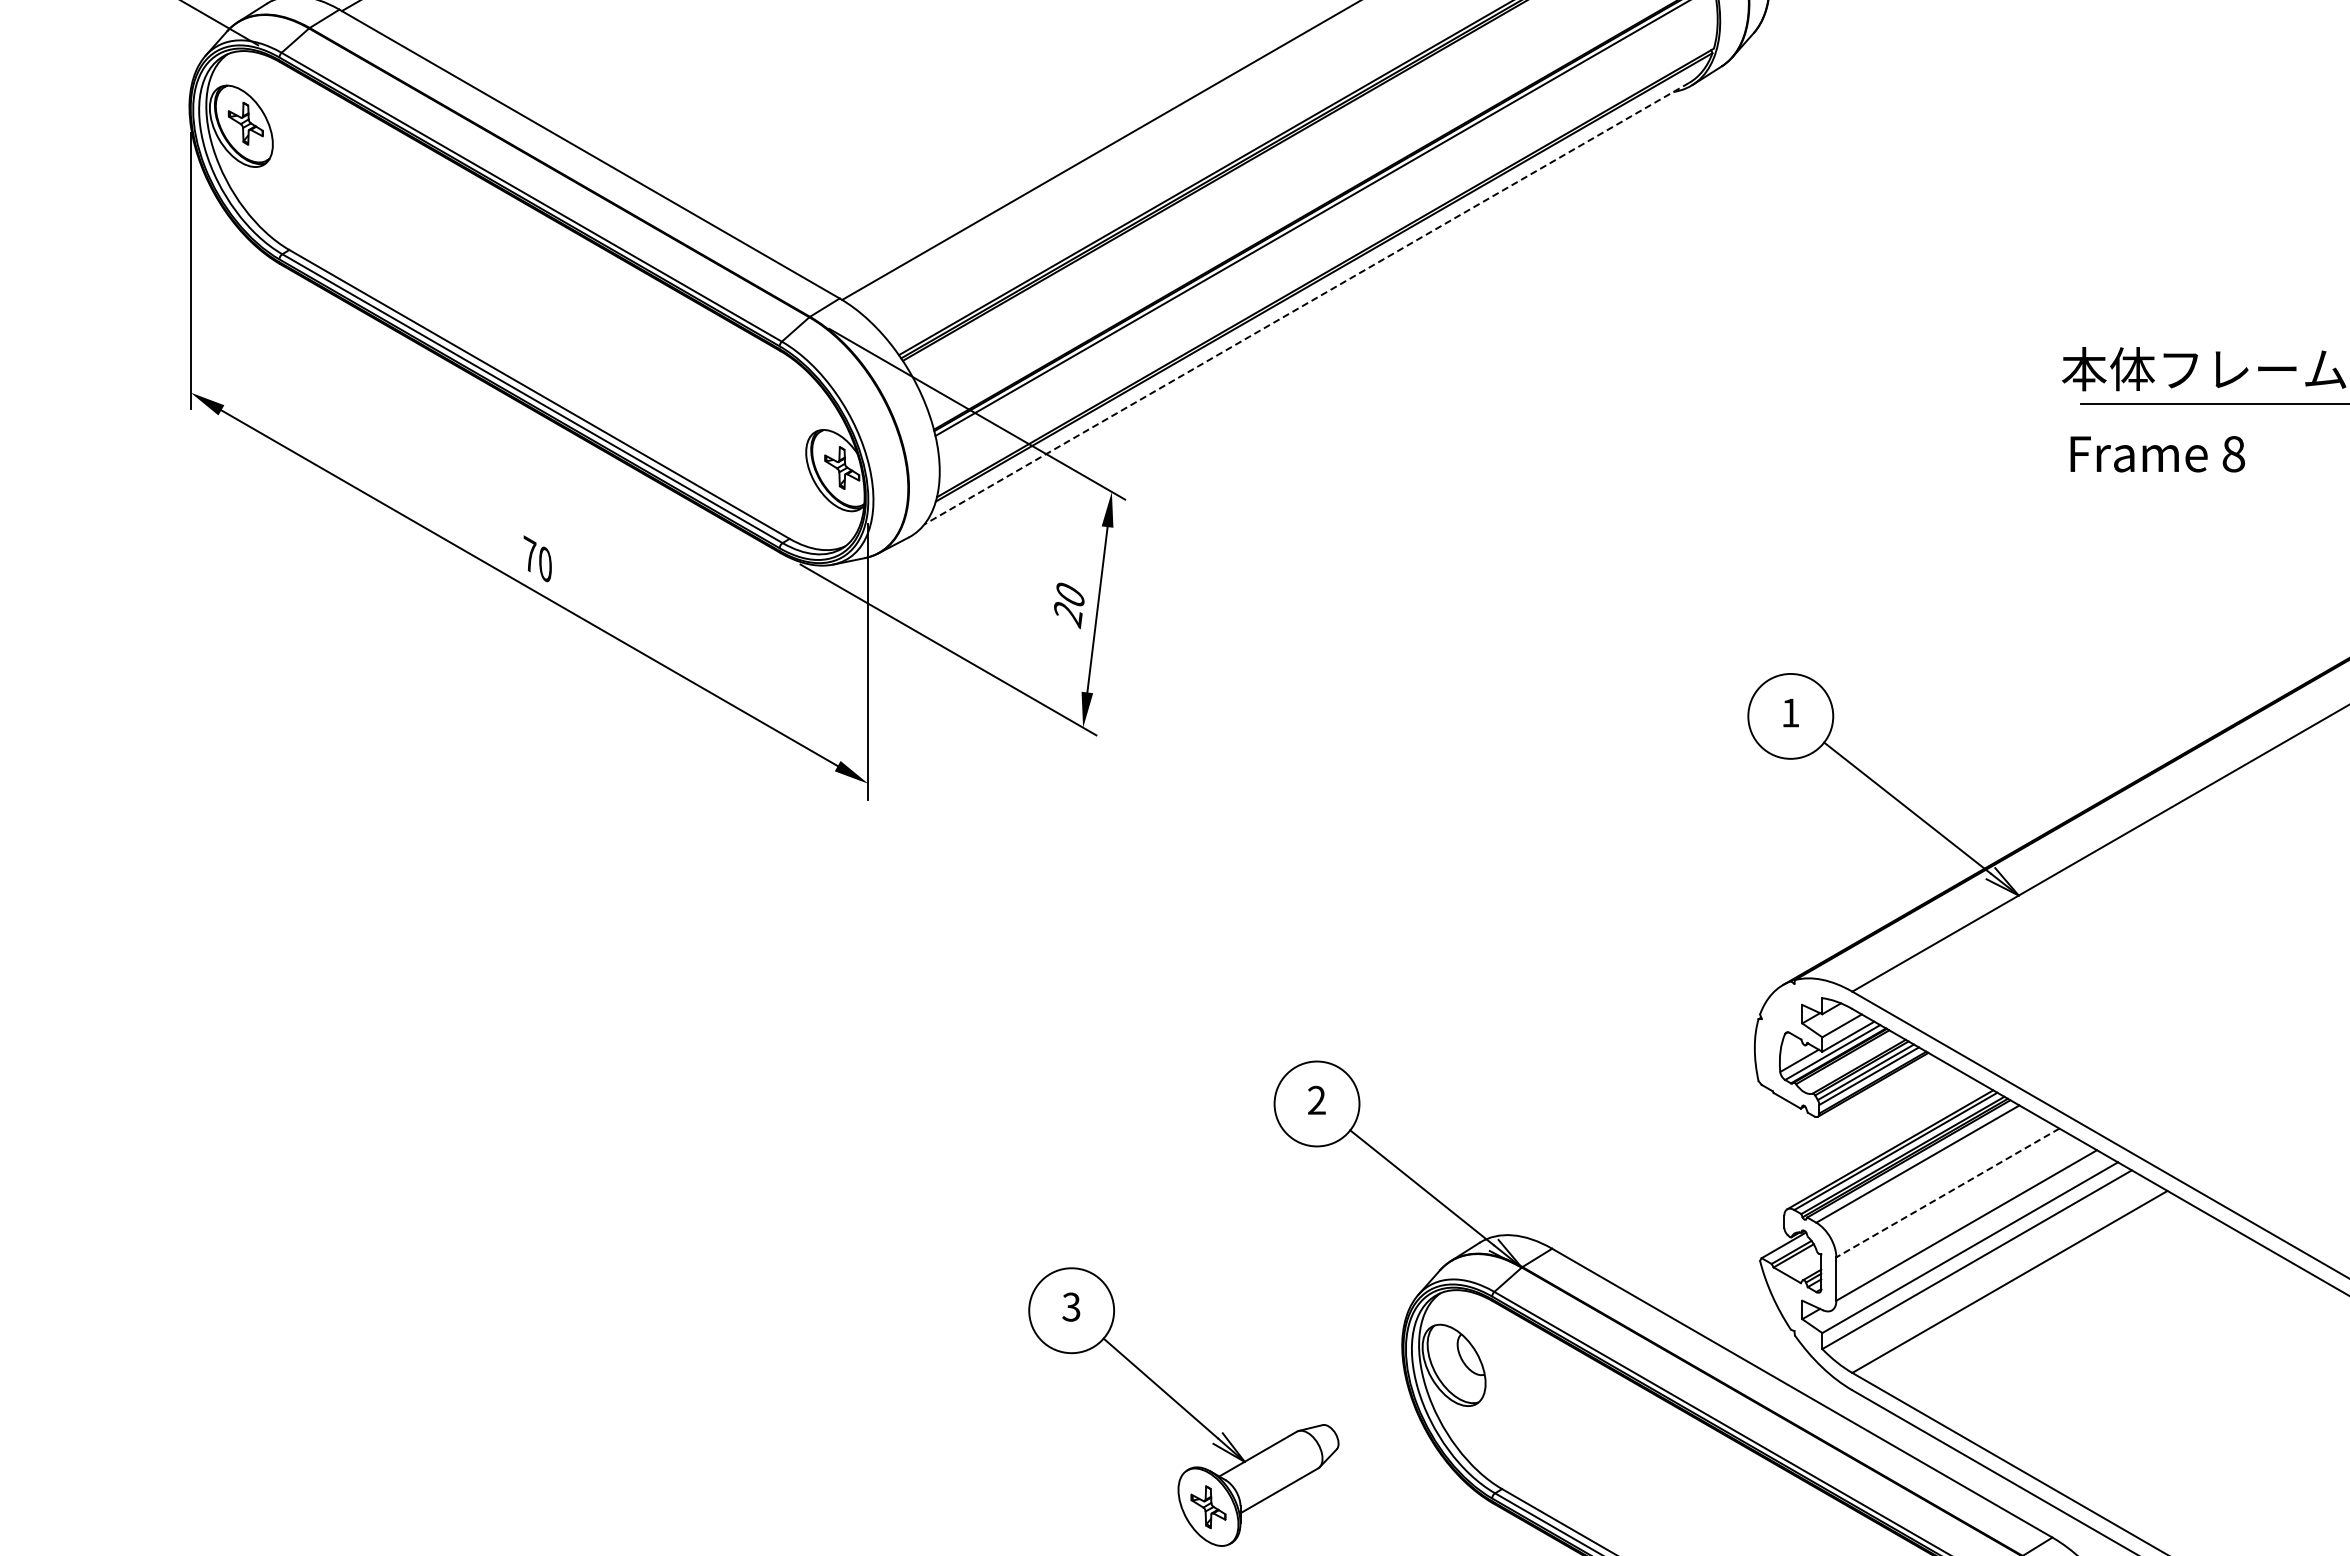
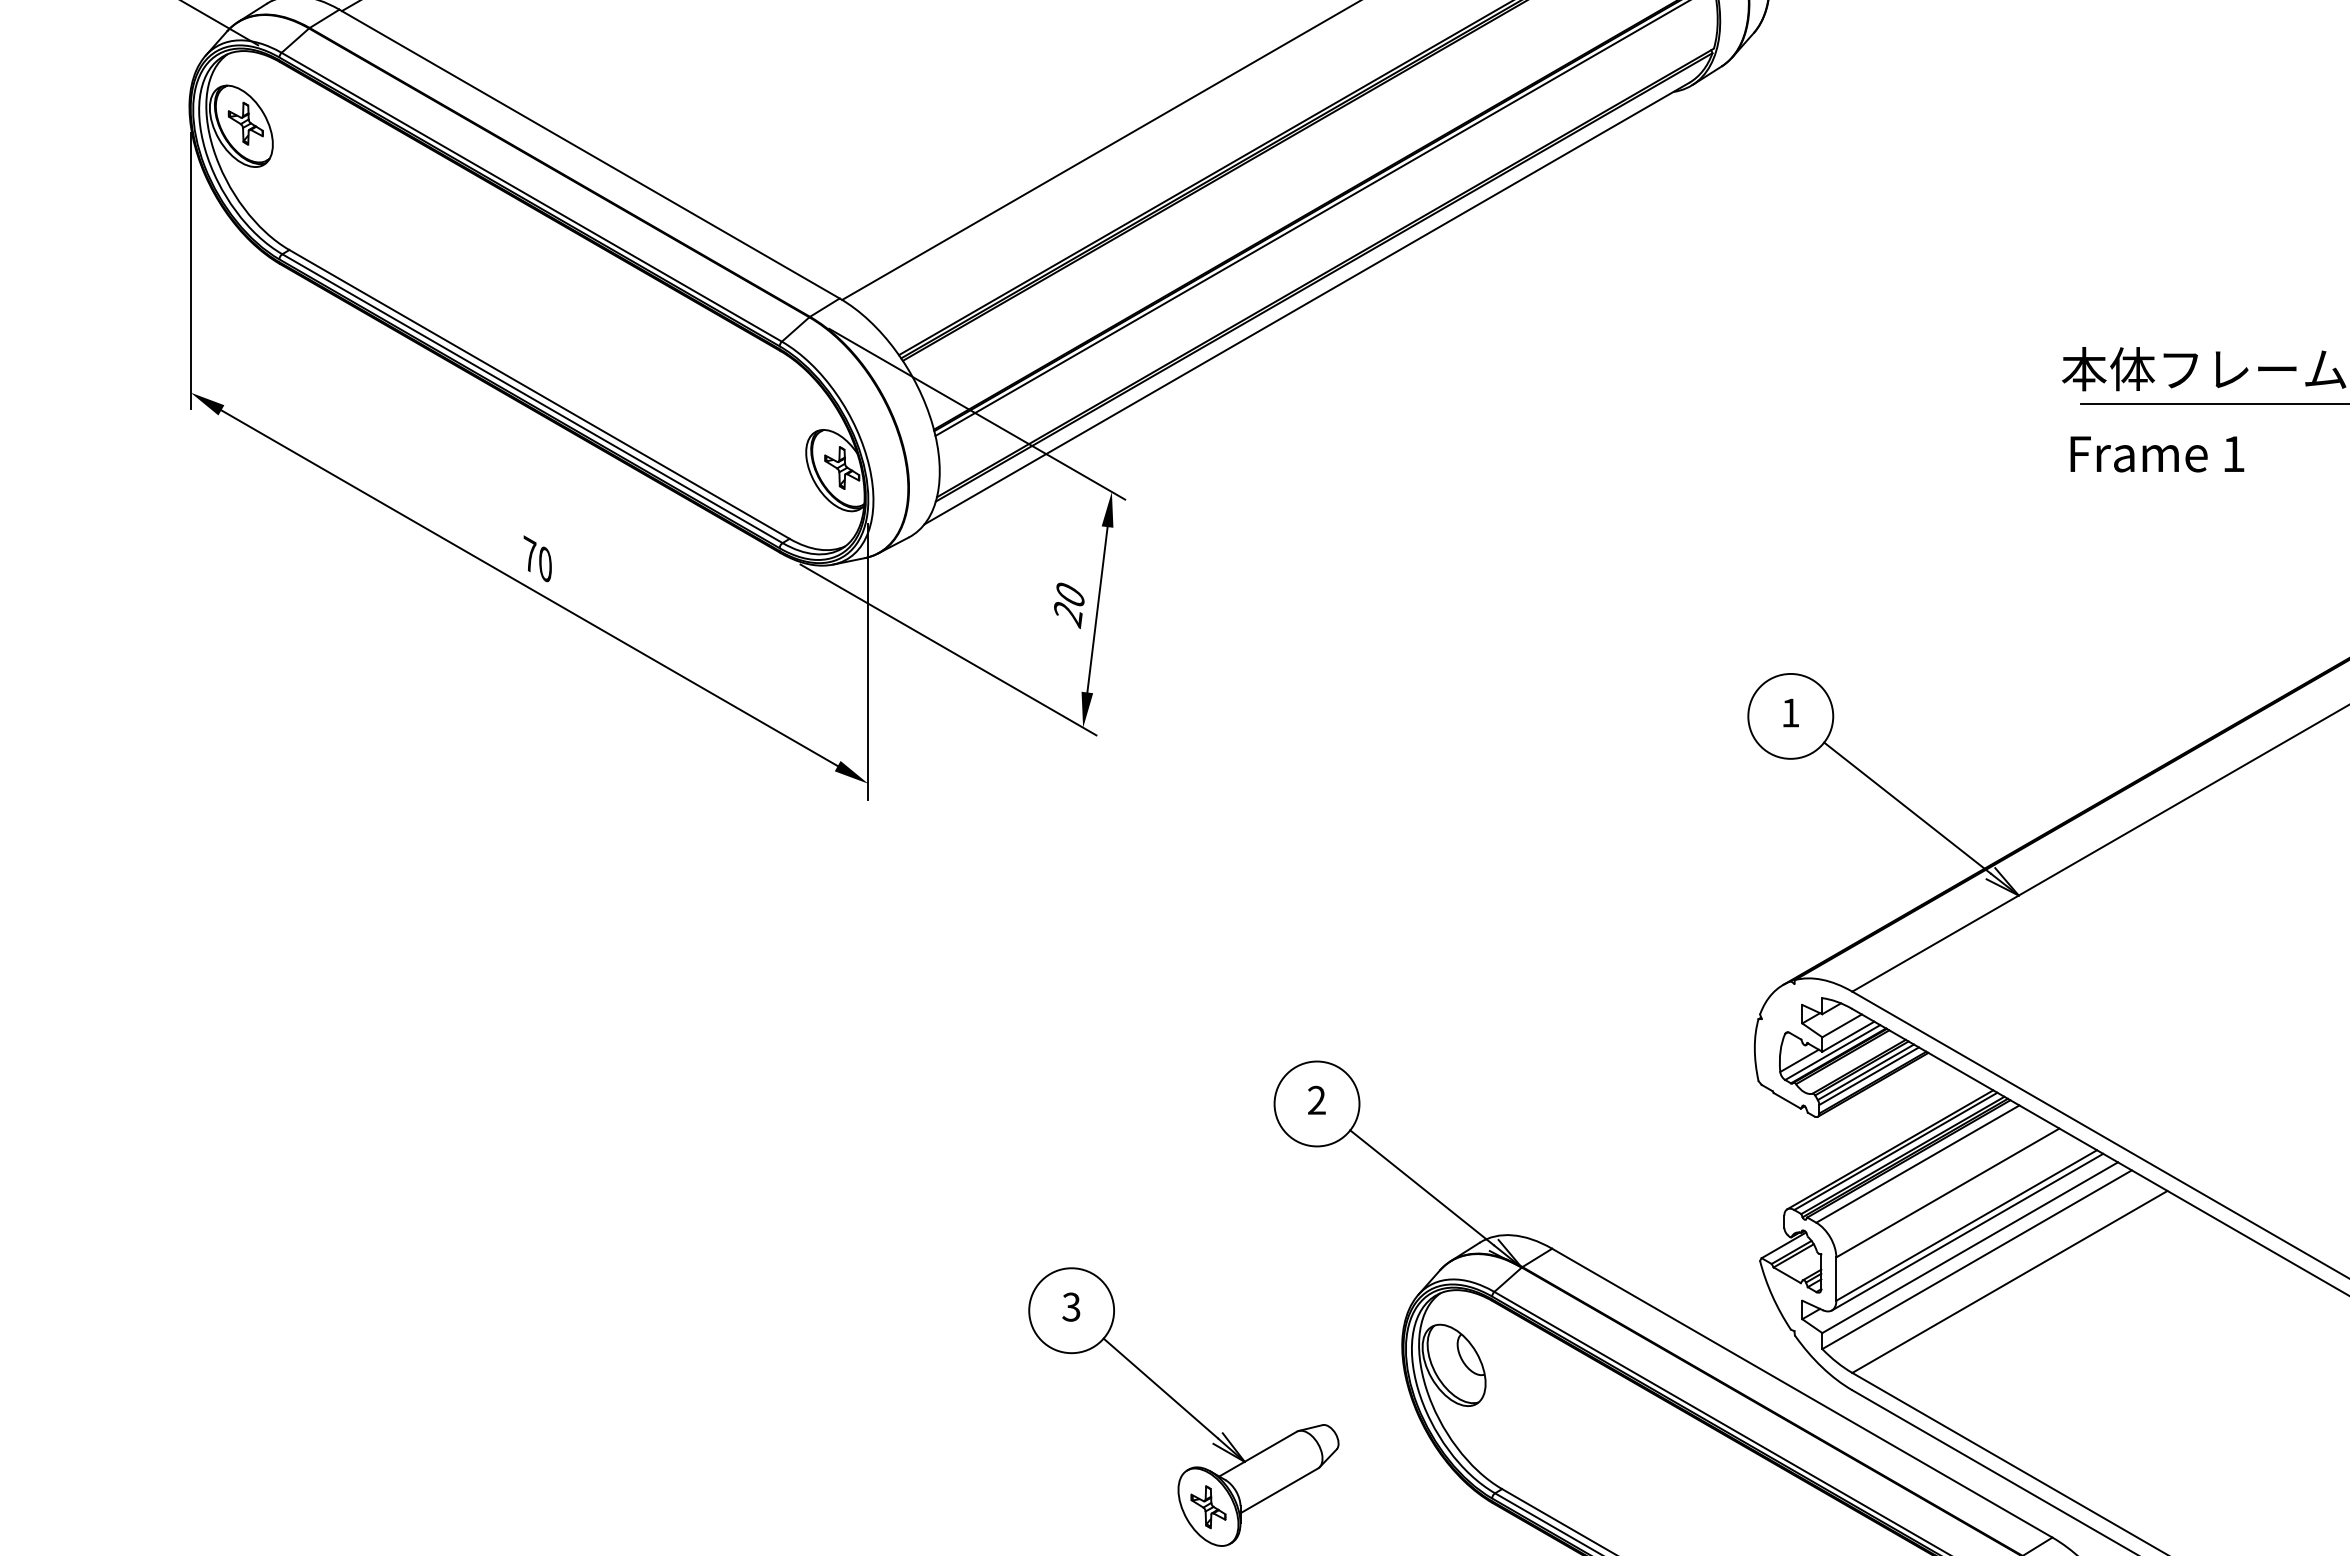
line at (1306, 303): dashed -> solid
text at (2233, 454): 8 -> 1
line at (1947, 1192): dashed -> solid
line at (1967, 1231): none -> present
